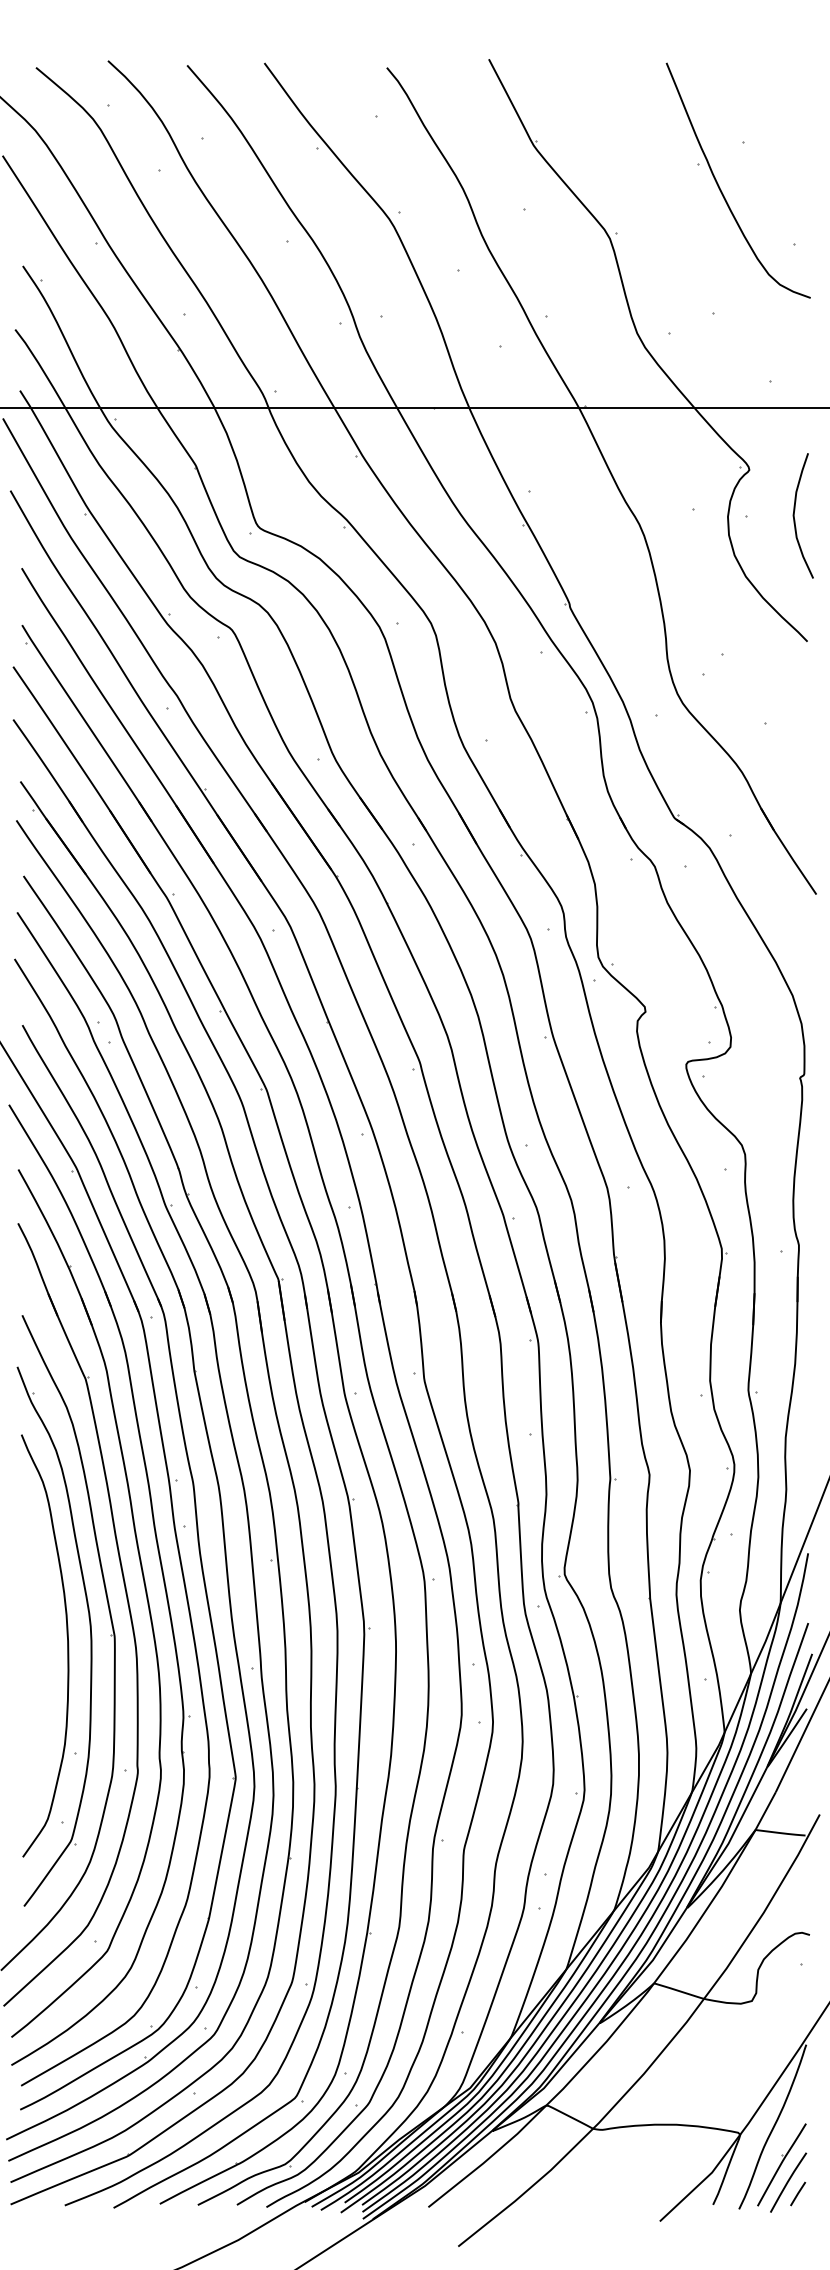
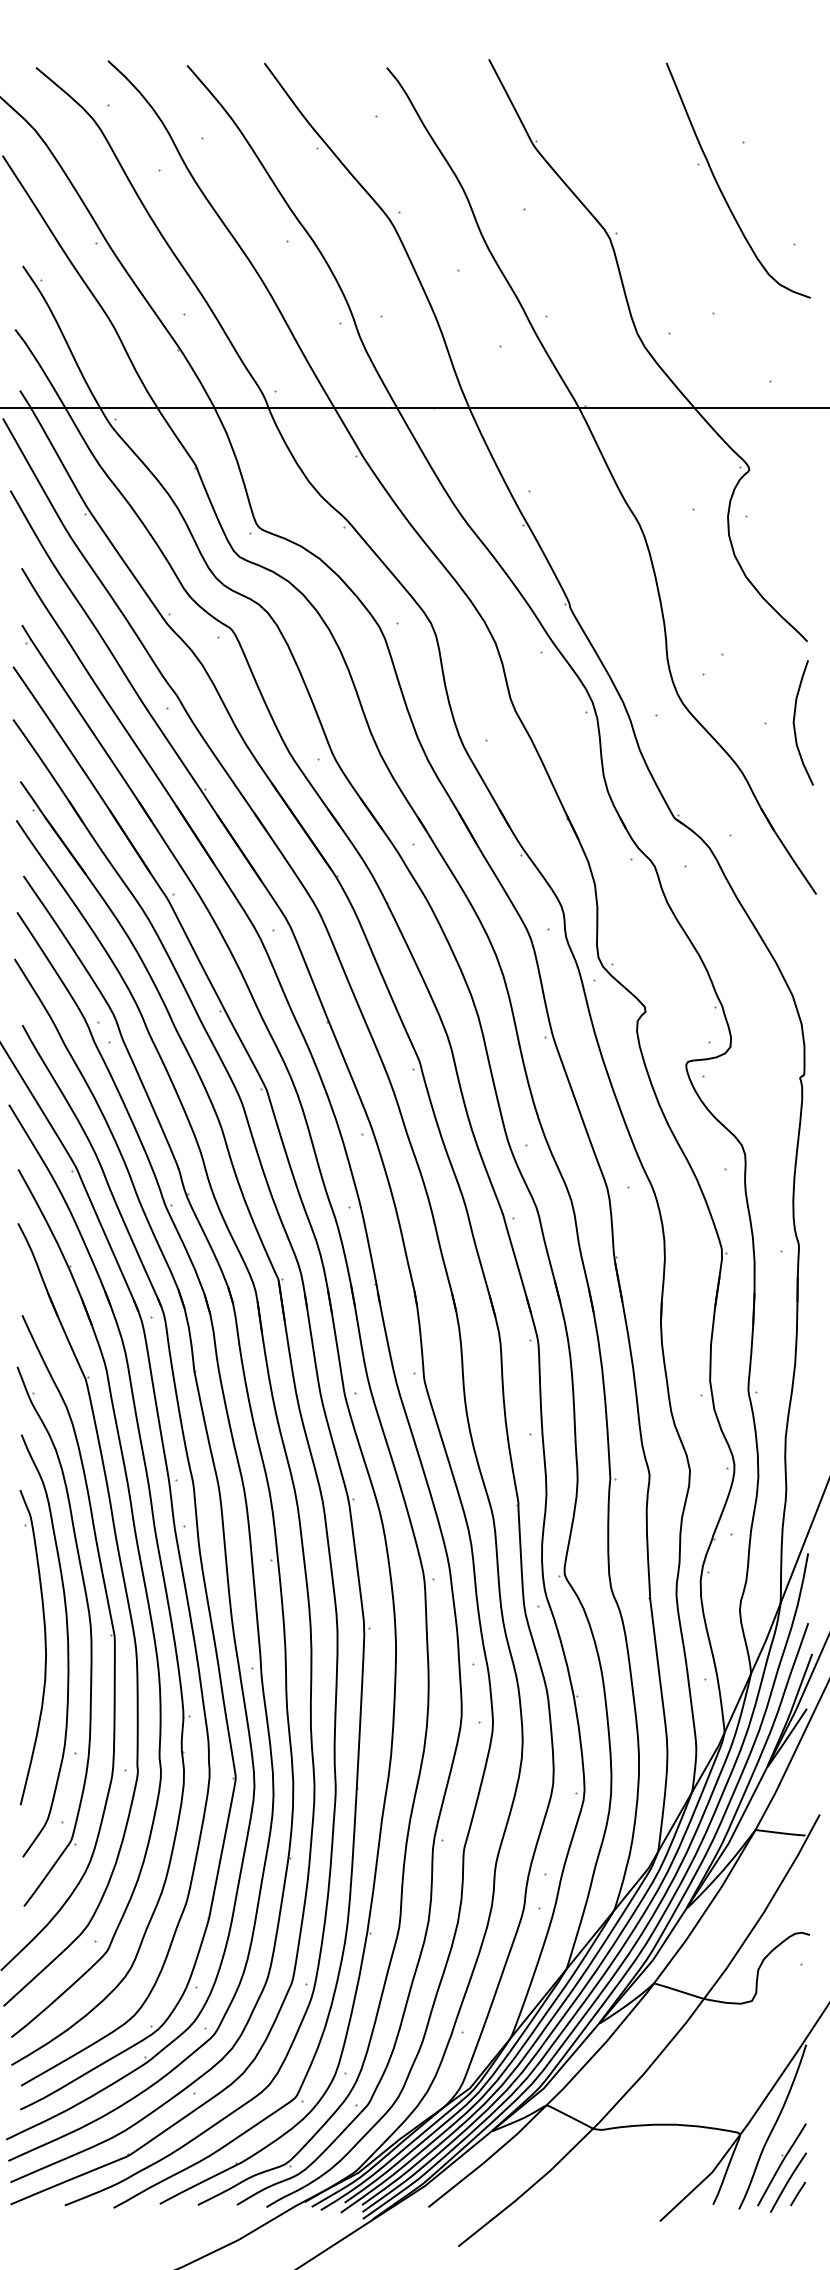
curve at (794, 515) position: (794, 515) -> (794, 722)
part at (44, 1647): none -> present
